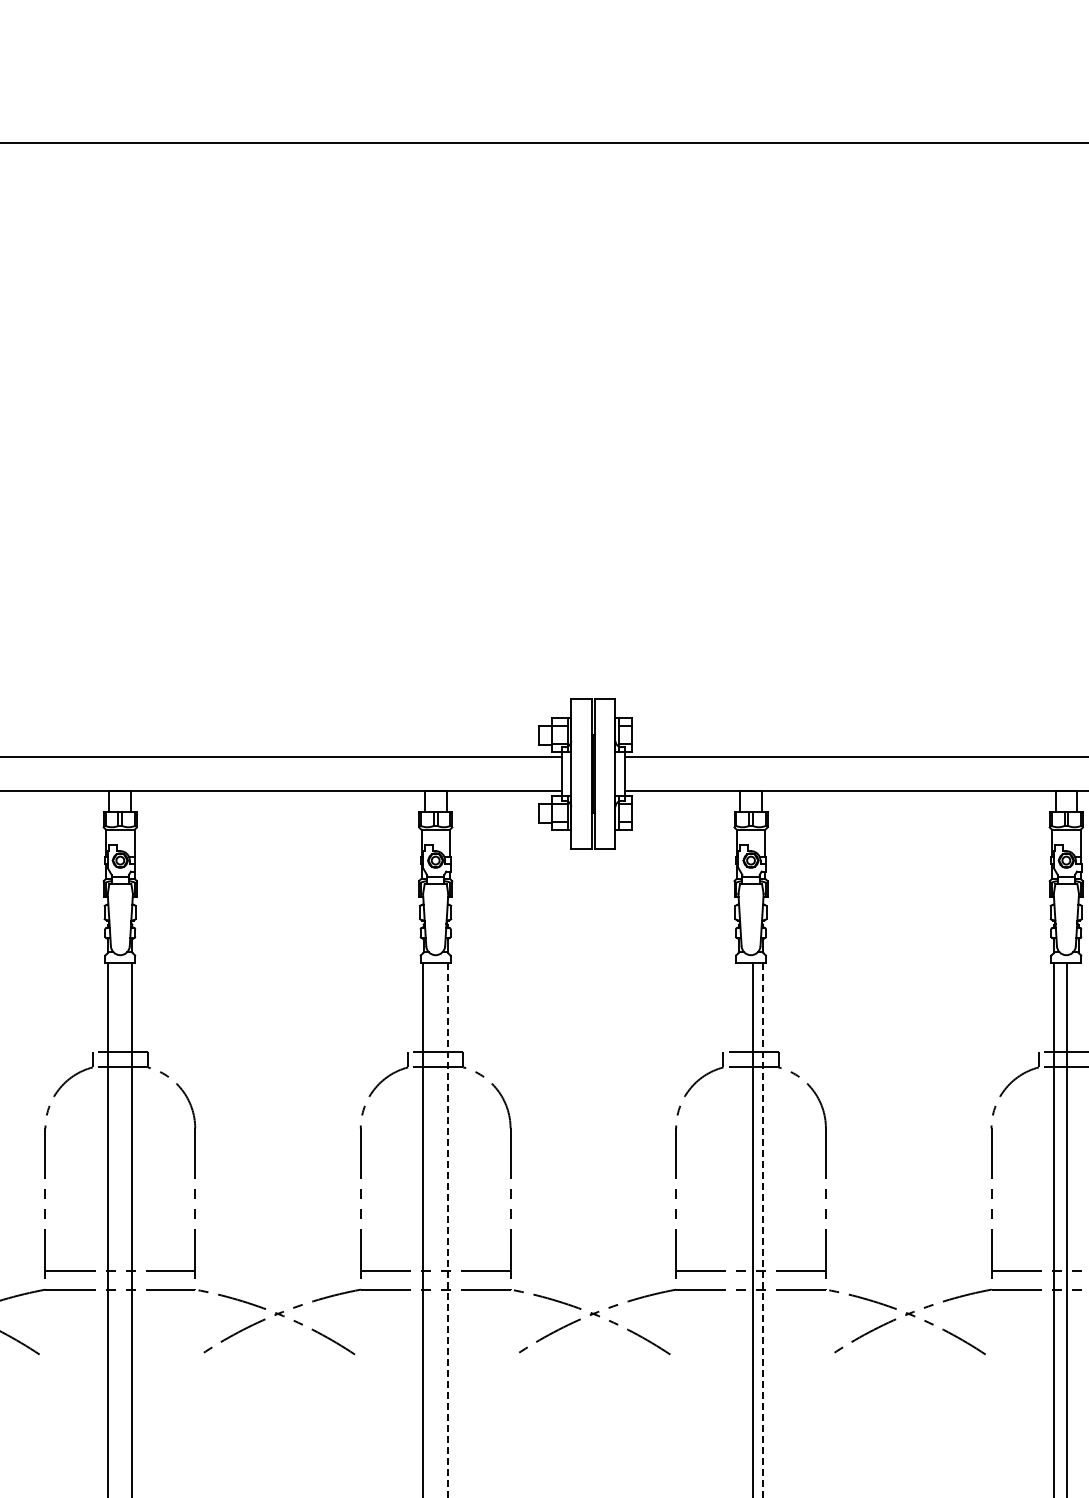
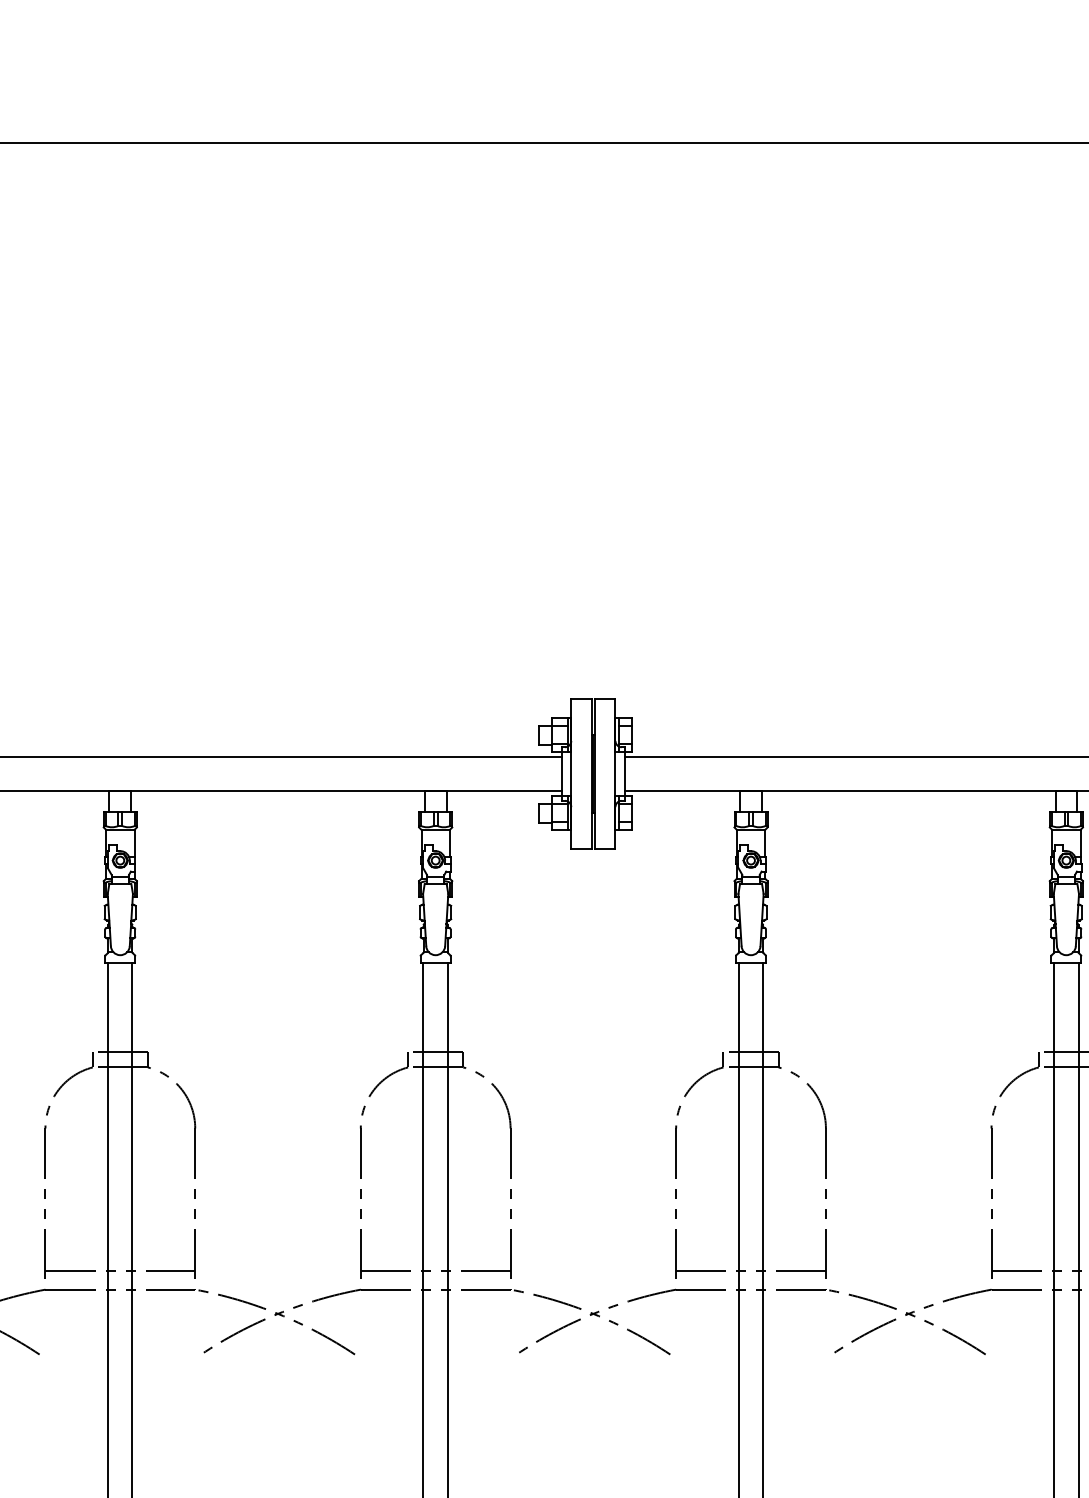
line at (752, 1228) position: (752, 1228) -> (738, 1228)
line at (1066, 1228) position: (1066, 1228) -> (1078, 1228)
line at (447, 1230): dashed -> solid
line at (763, 1230): dashed -> solid
